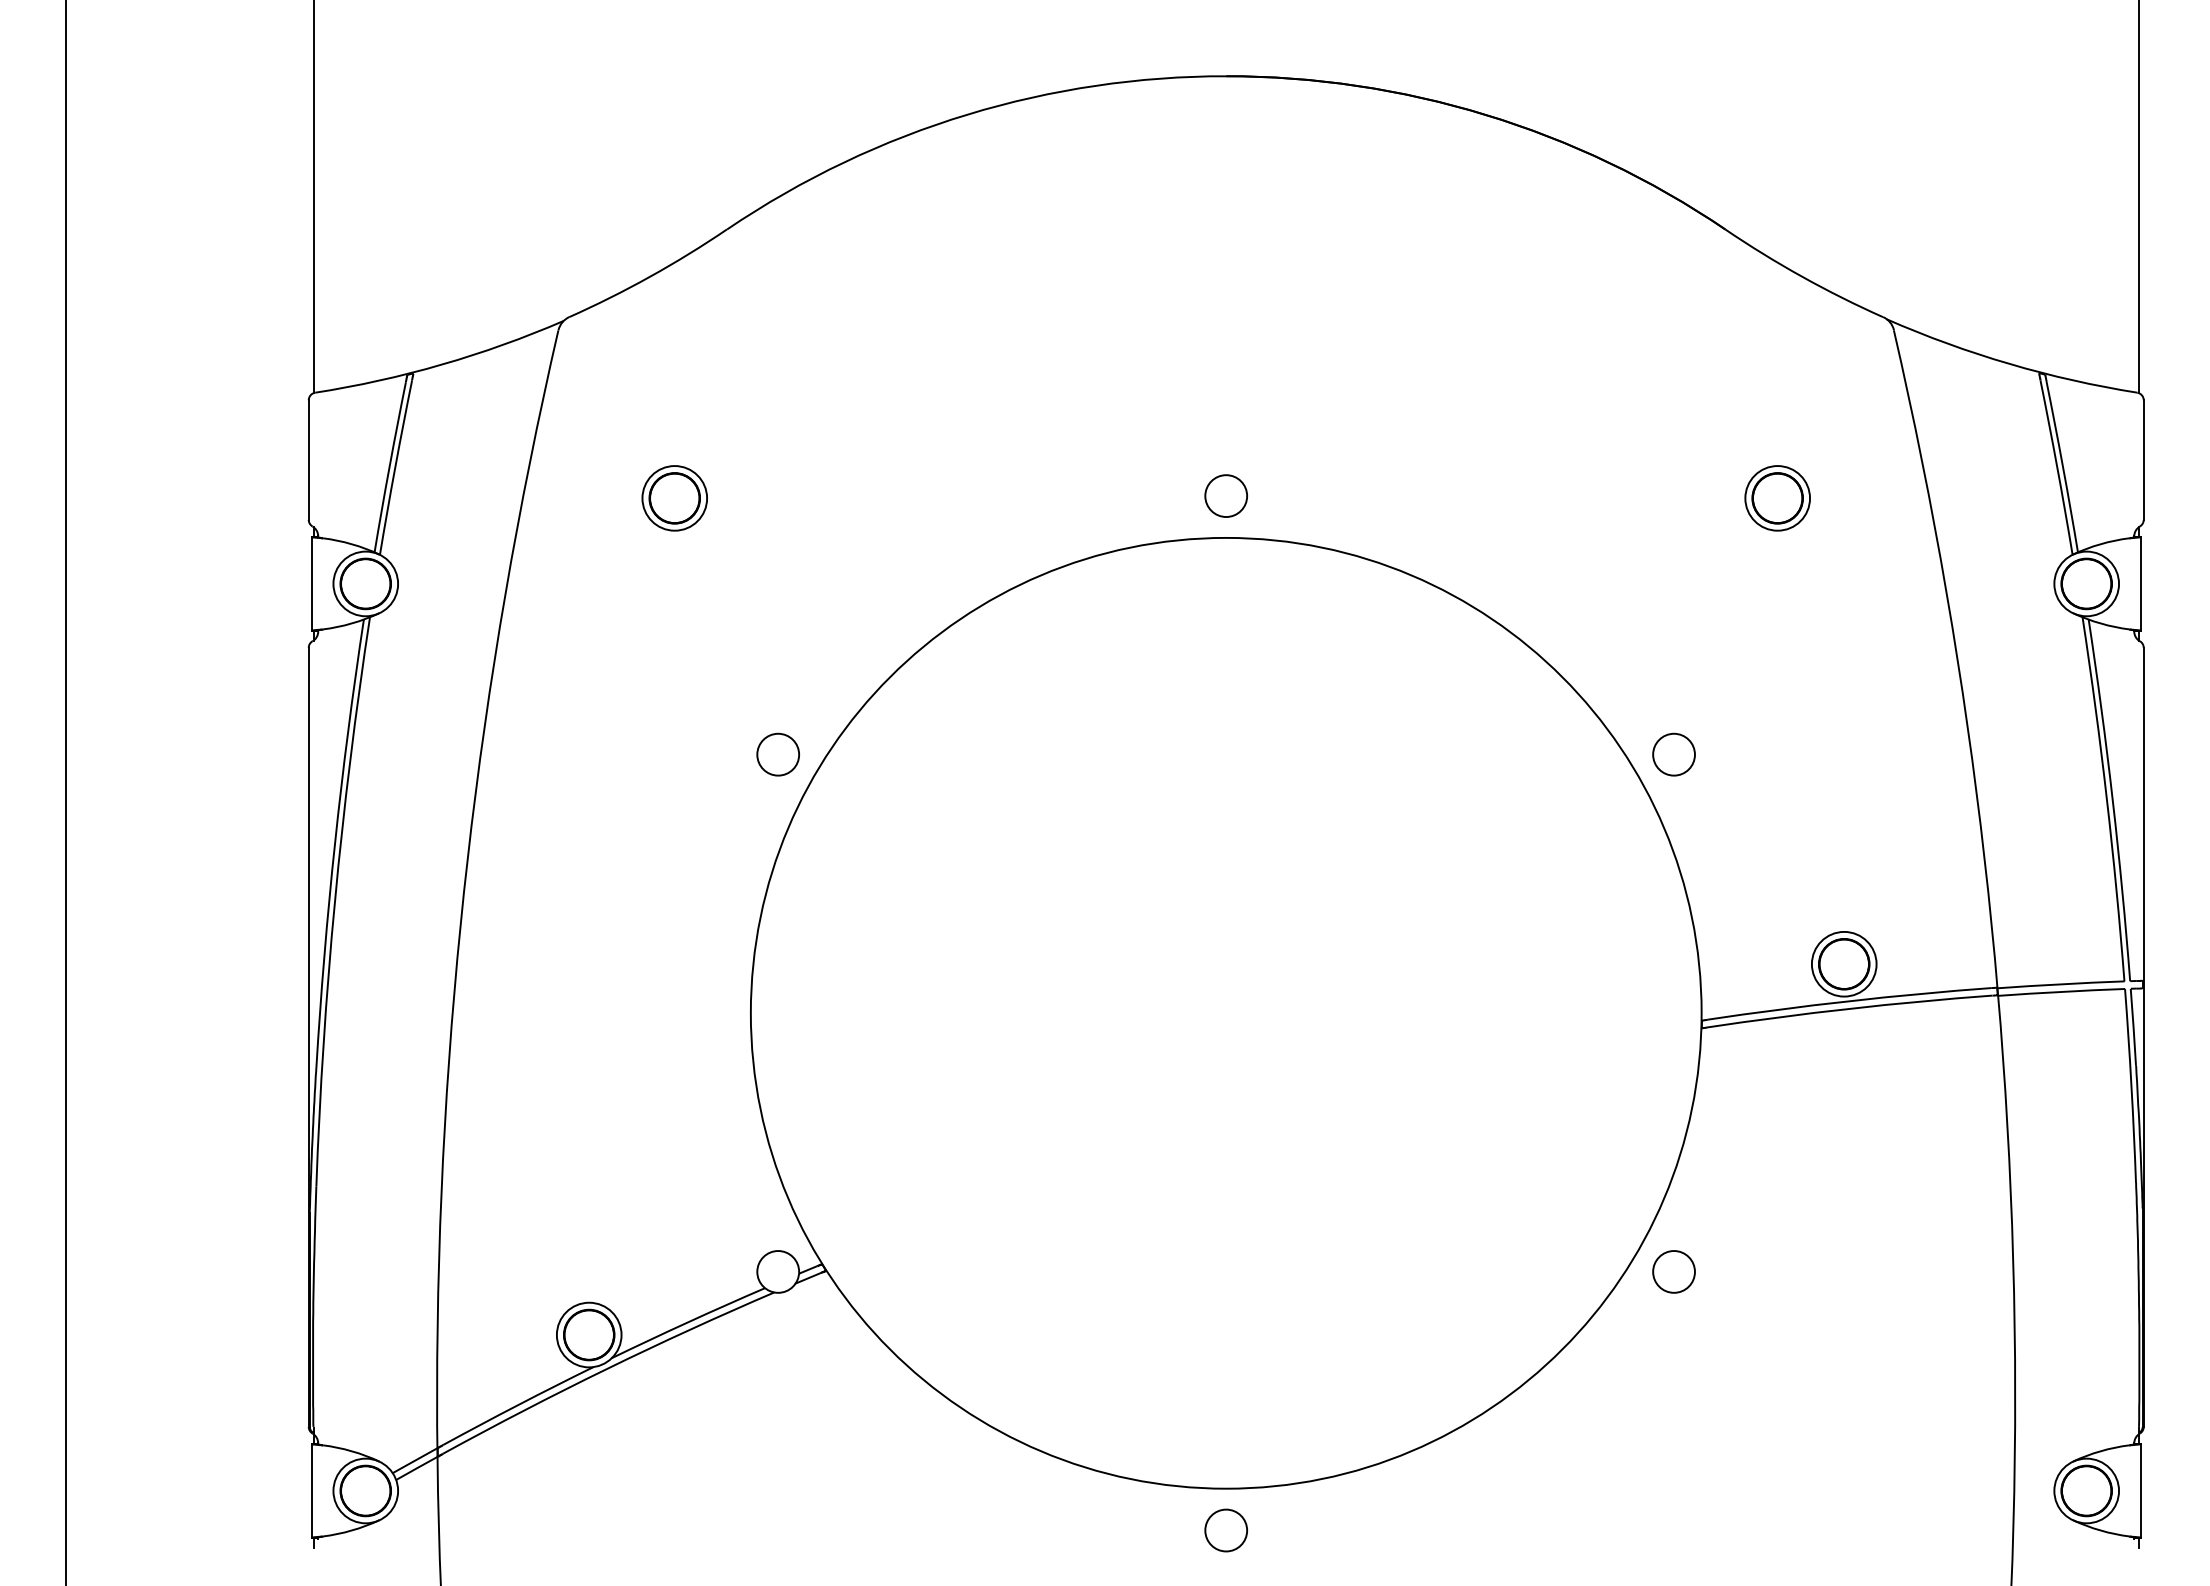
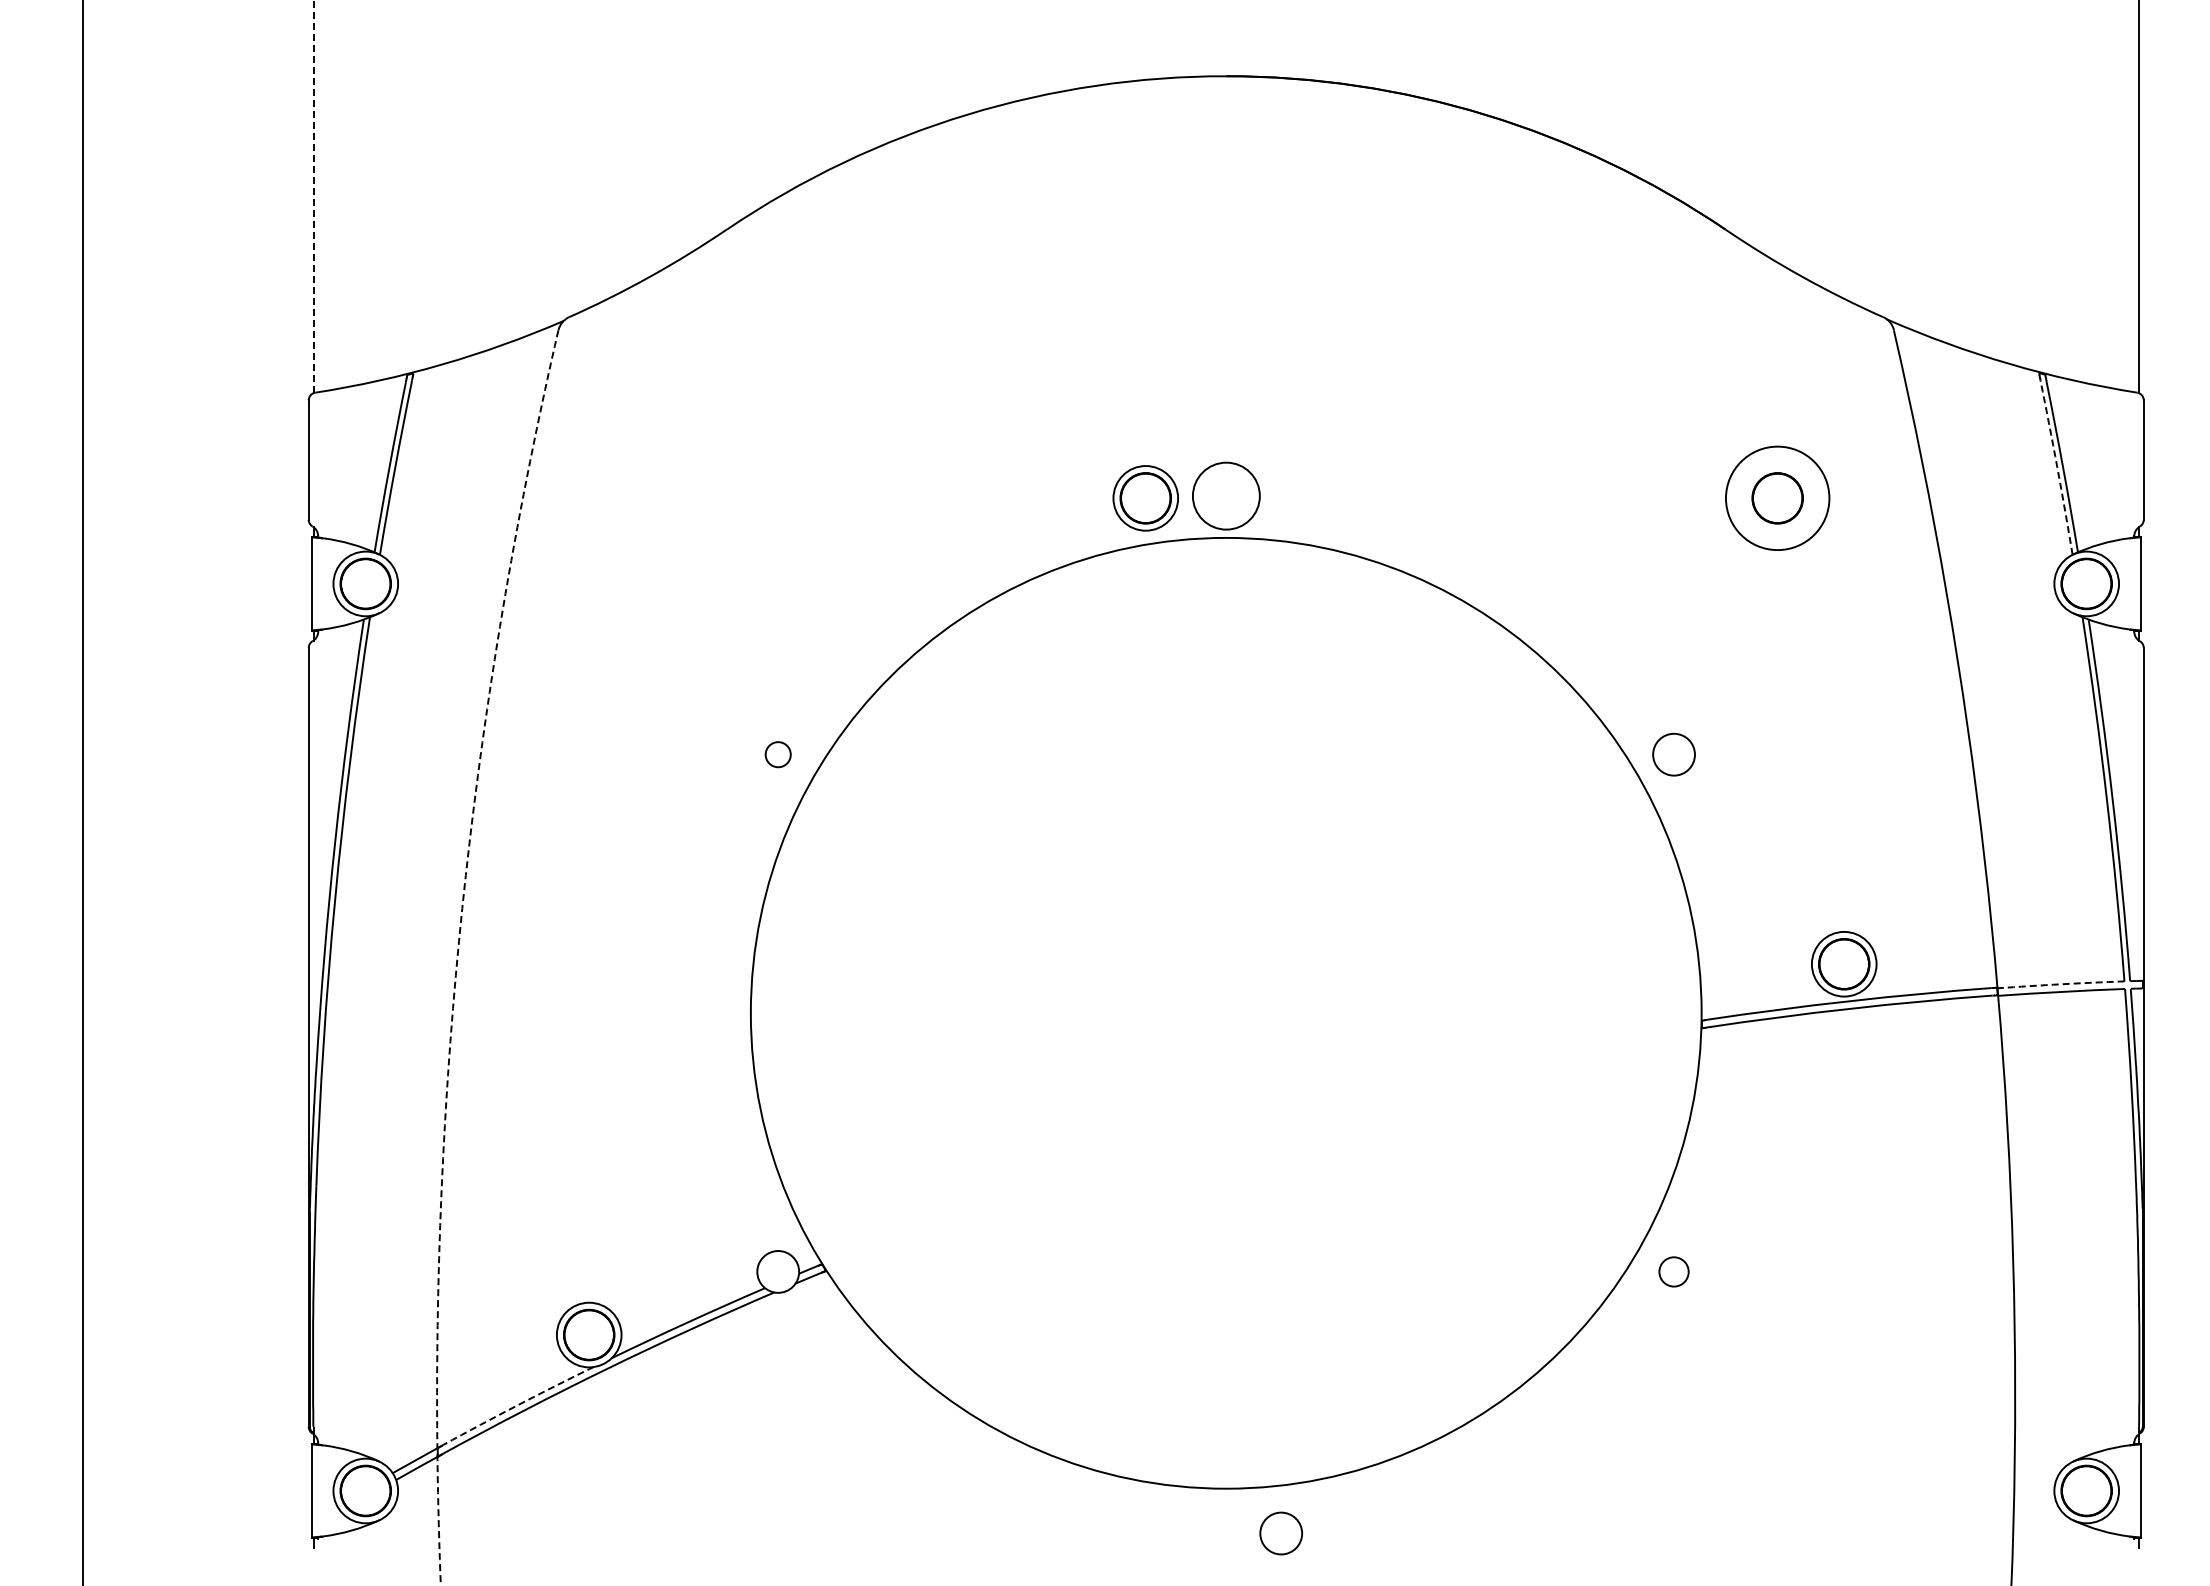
line at (313, 196): solid -> dashed
arc at (2057, 467): solid -> dashed
circle at (1225, 495) size: 44x44 px -> 69x70 px
part at (674, 498) position: (674, 498) -> (1145, 498)
circle at (1777, 498) diameter: 65 px -> 103 px
circle at (778, 754) diameter: 42 px -> 25 px
line at (66, 792) position: (66, 792) -> (83, 792)
arc at (458, 953): solid -> dashed
arc at (2061, 984): solid -> dashed
circle at (1673, 1271) size: 44x44 px -> 32x32 px
arc at (517, 1405): solid -> dashed
circle at (1225, 1530) position: (1225, 1530) -> (1280, 1533)
